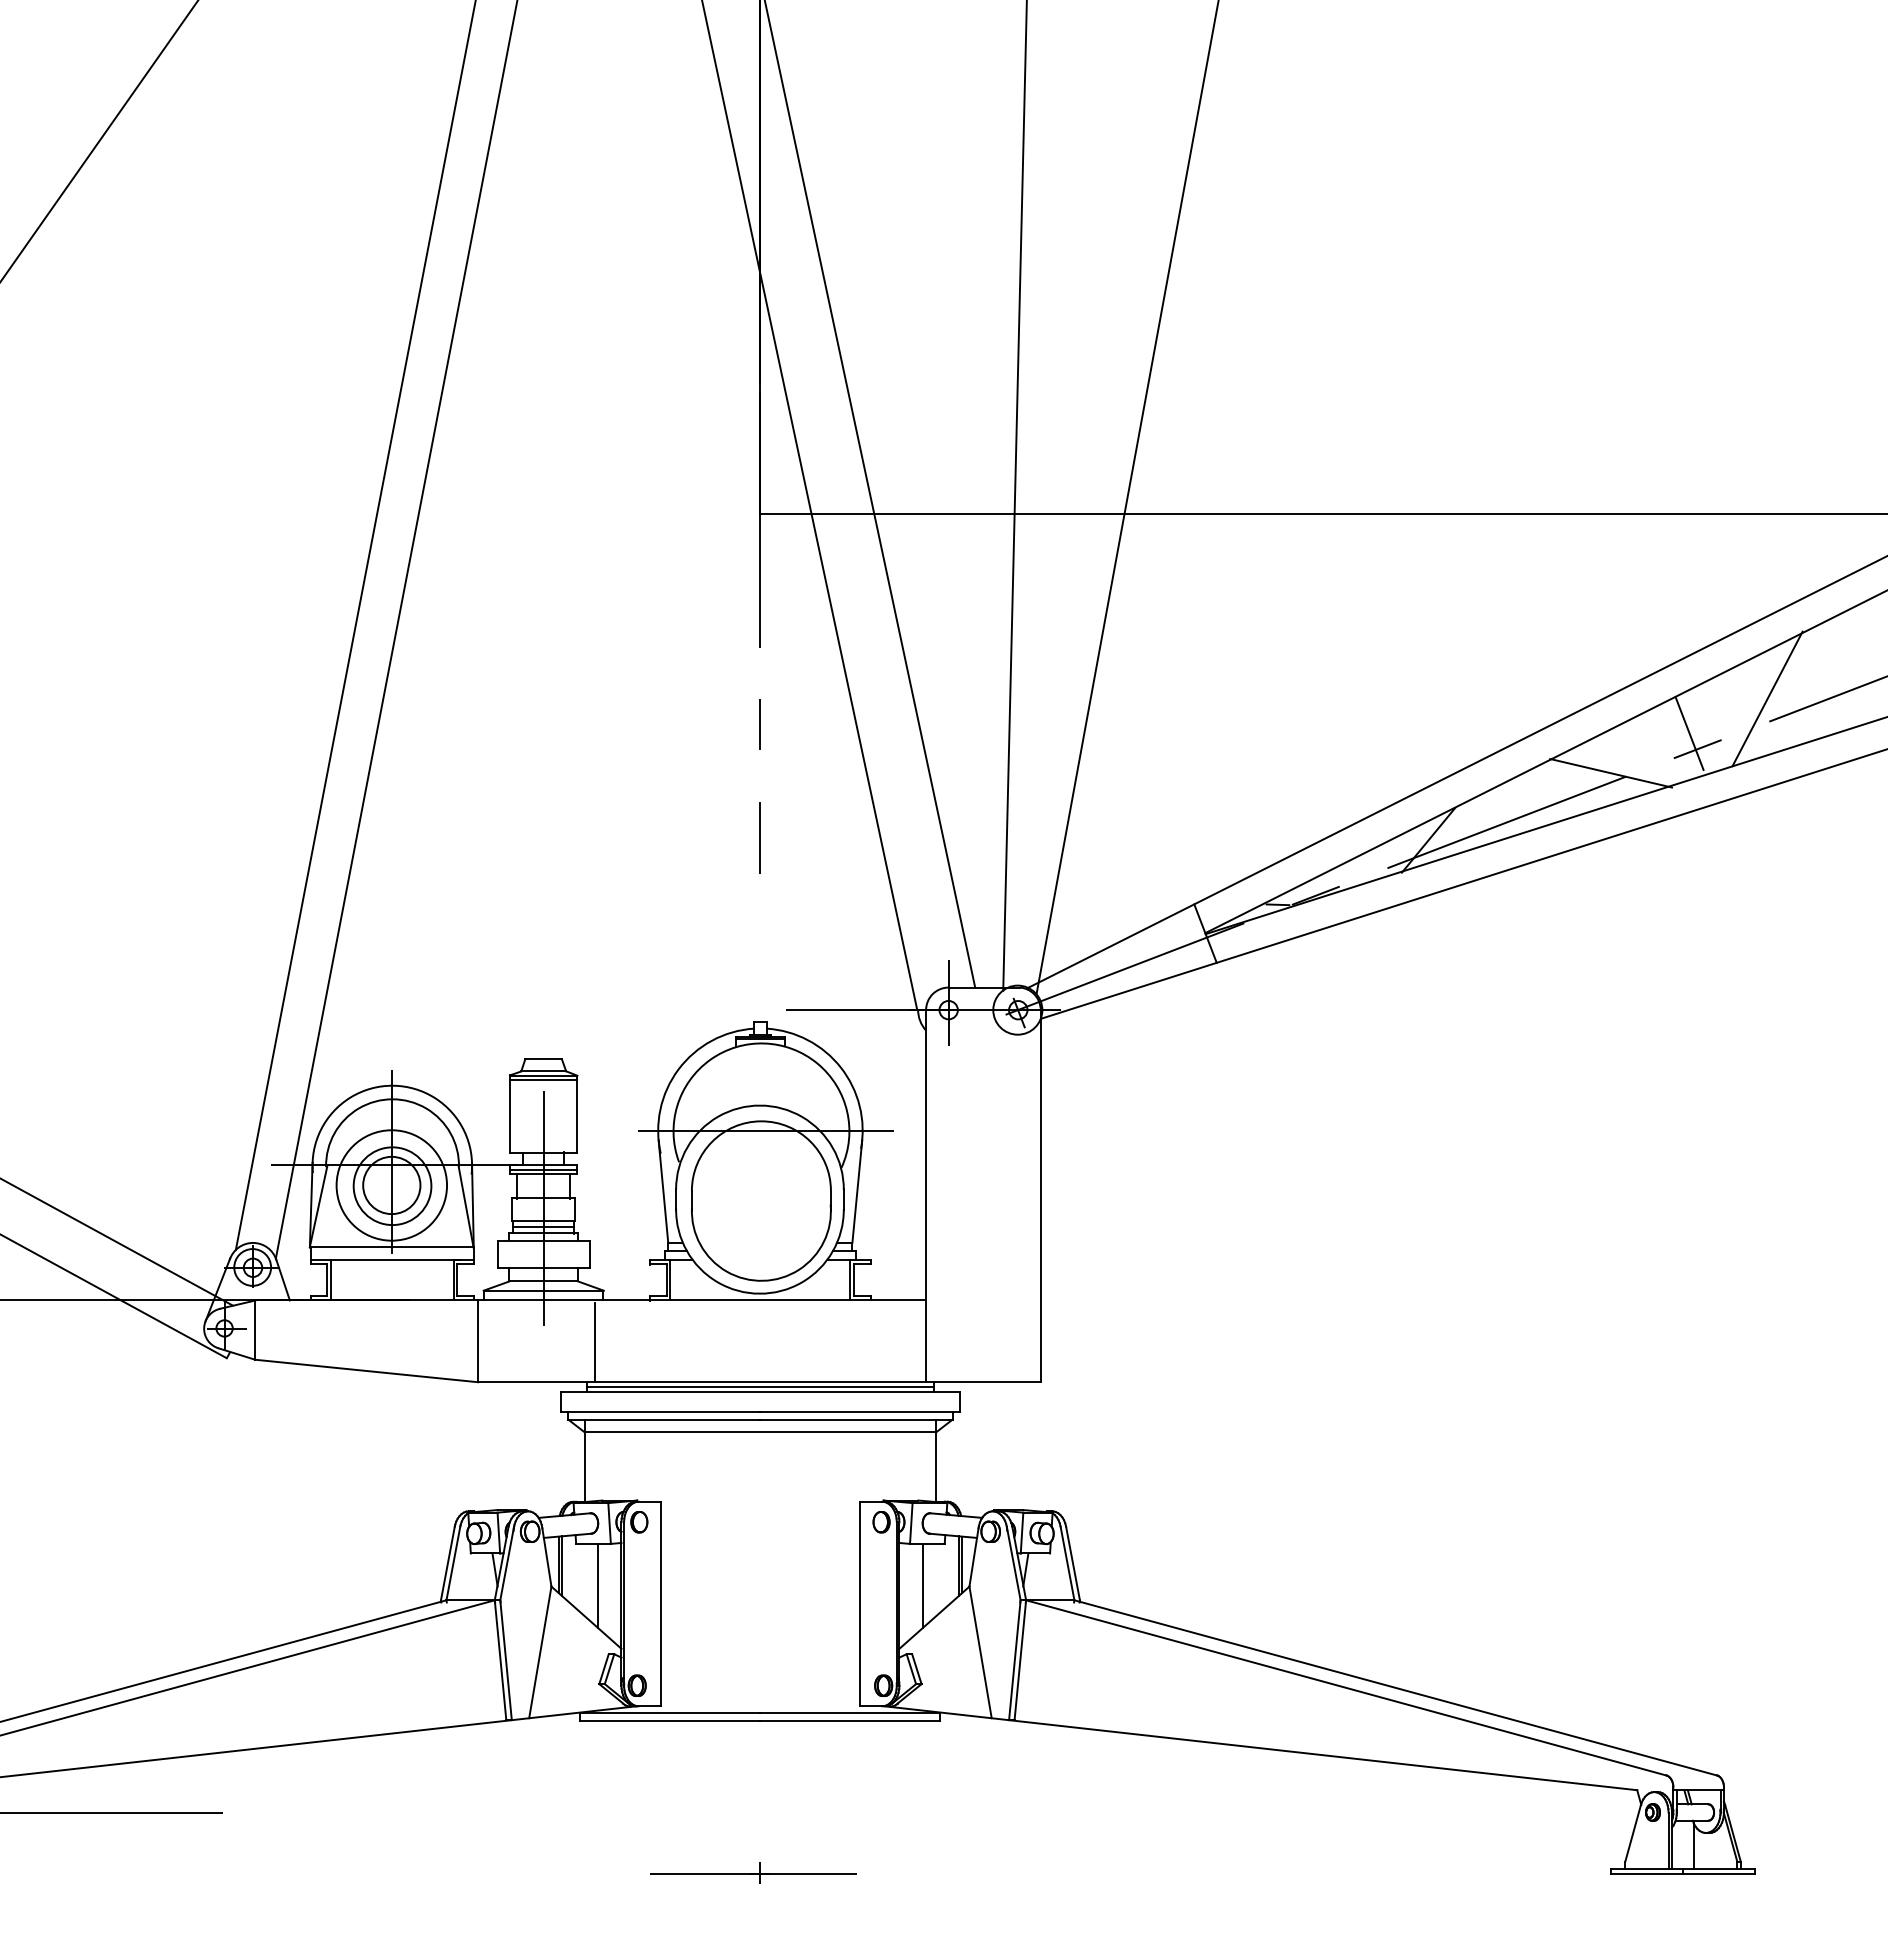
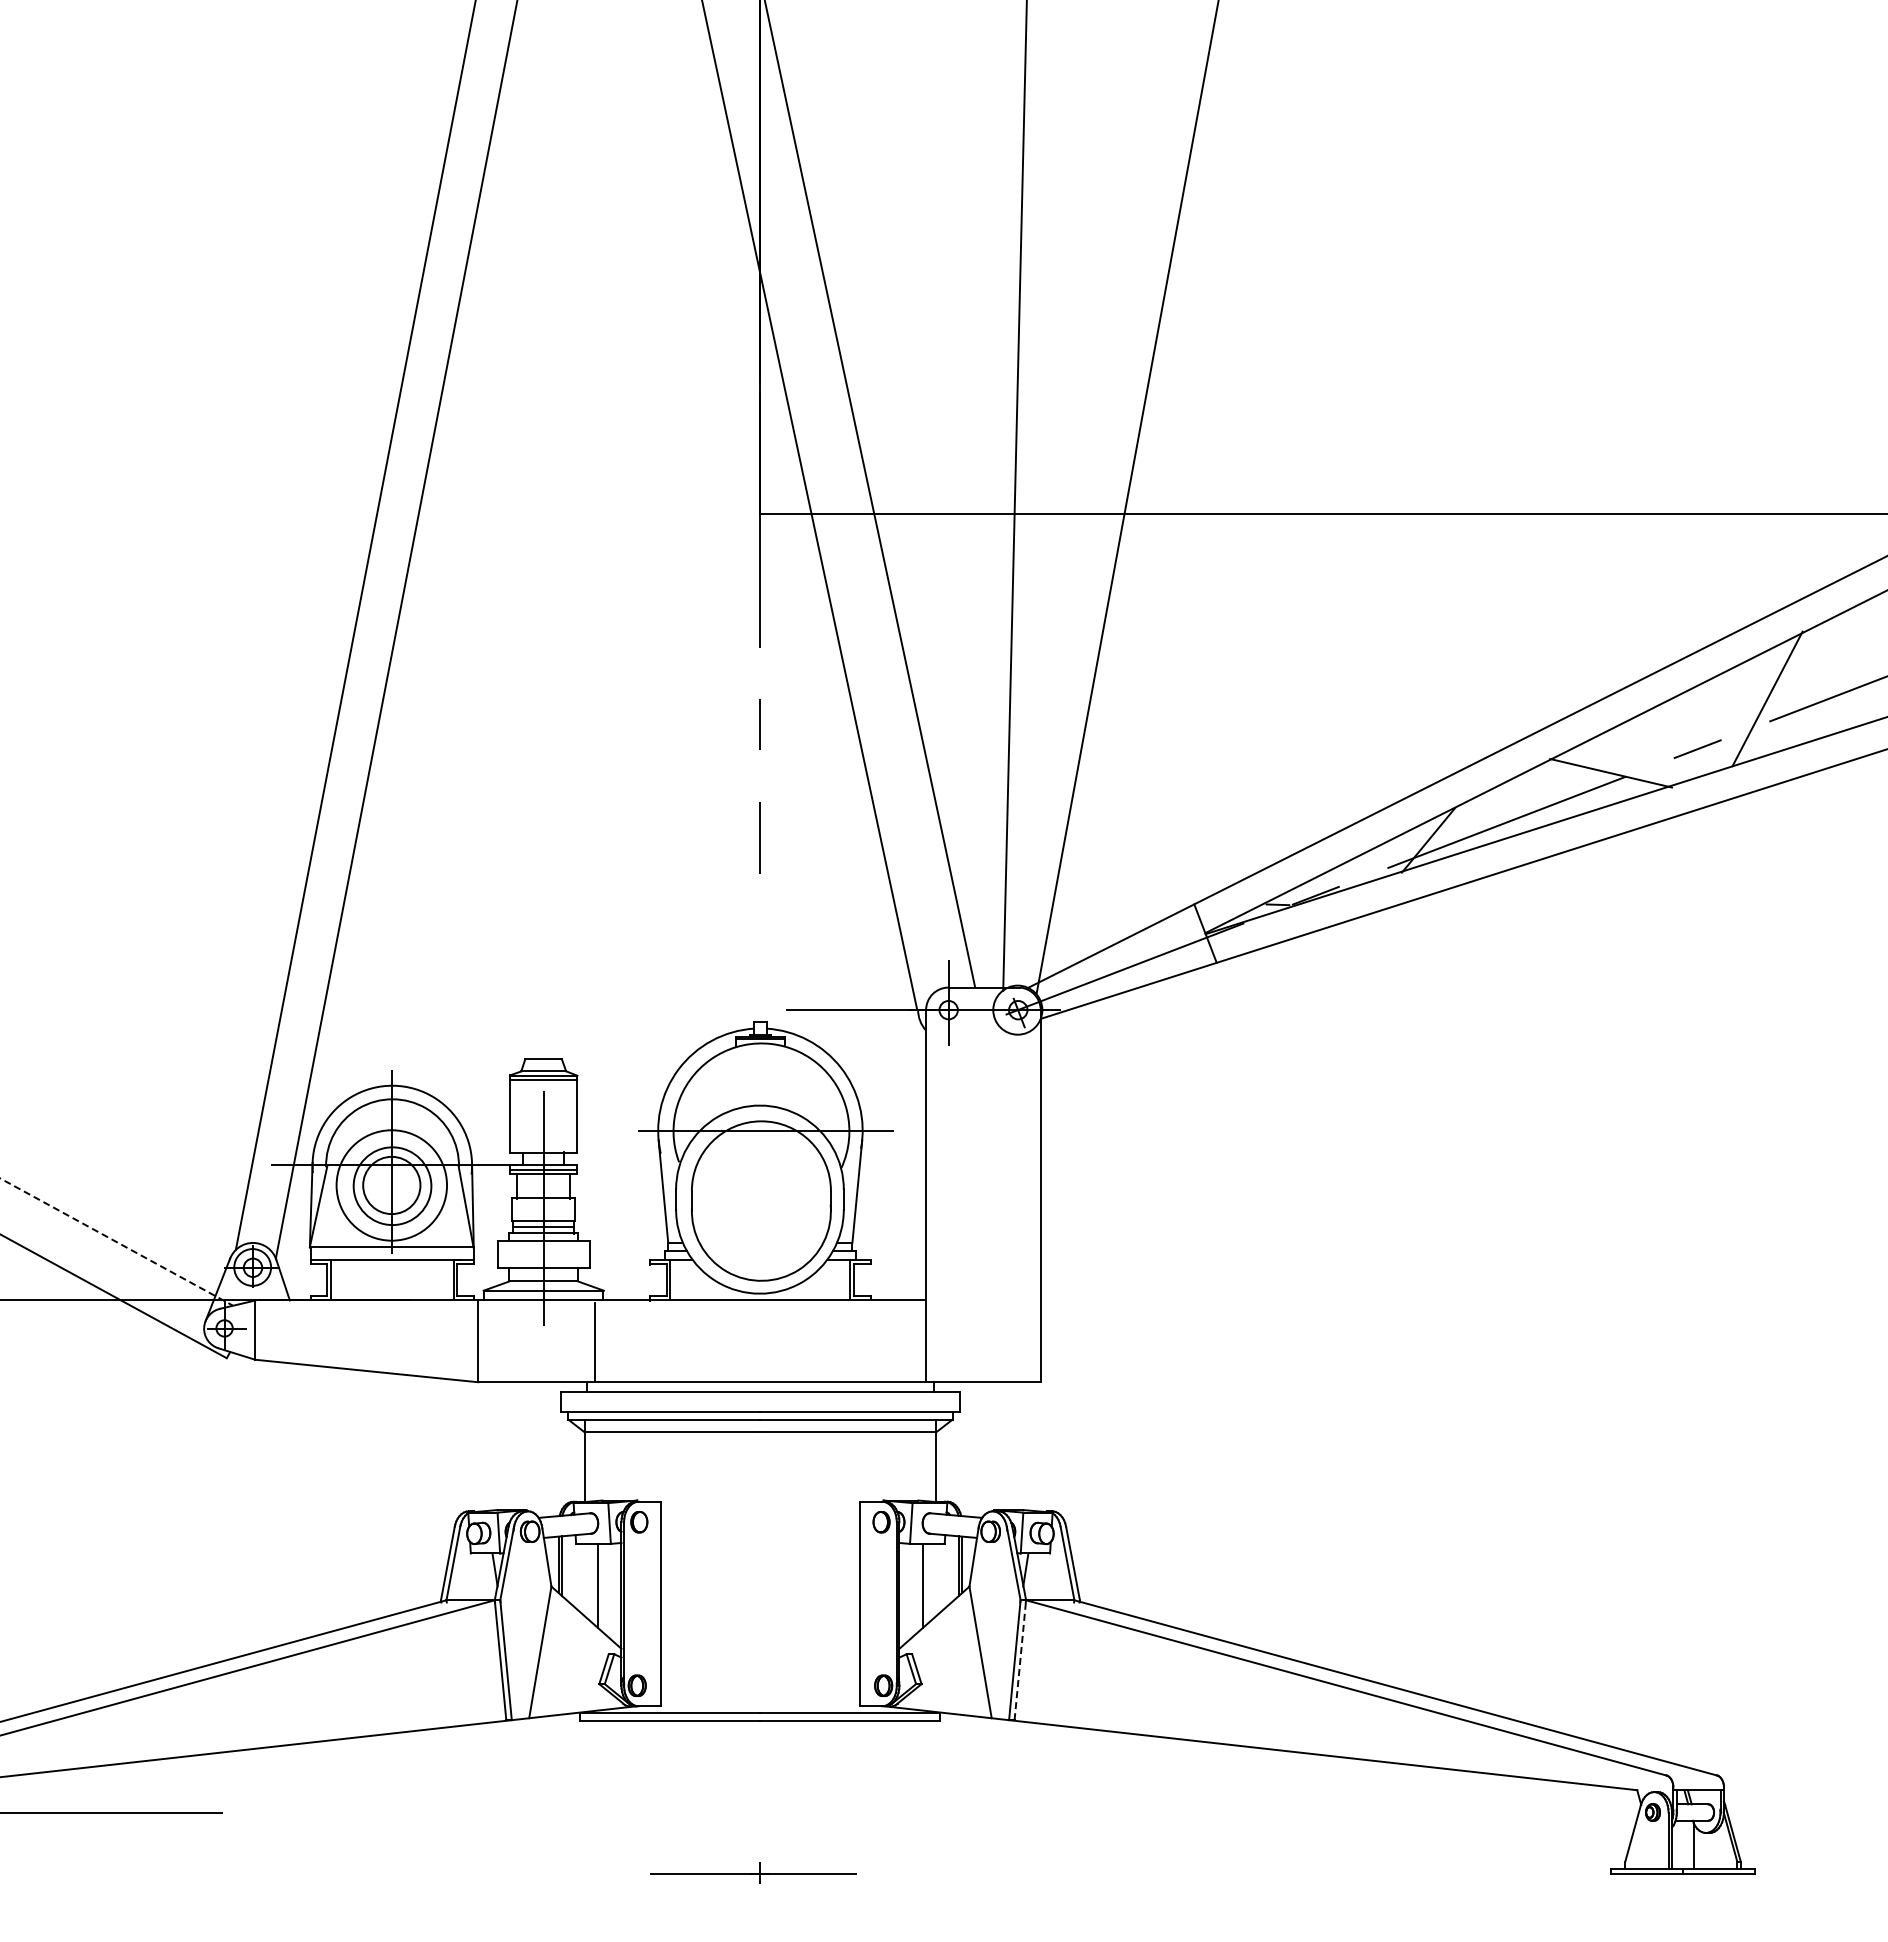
line at (99, 140): present -> none
line at (1689, 733): present -> none
line at (117, 1242): solid -> dashed
line at (760, 1387): present -> none
line at (1020, 1659): solid -> dashed
